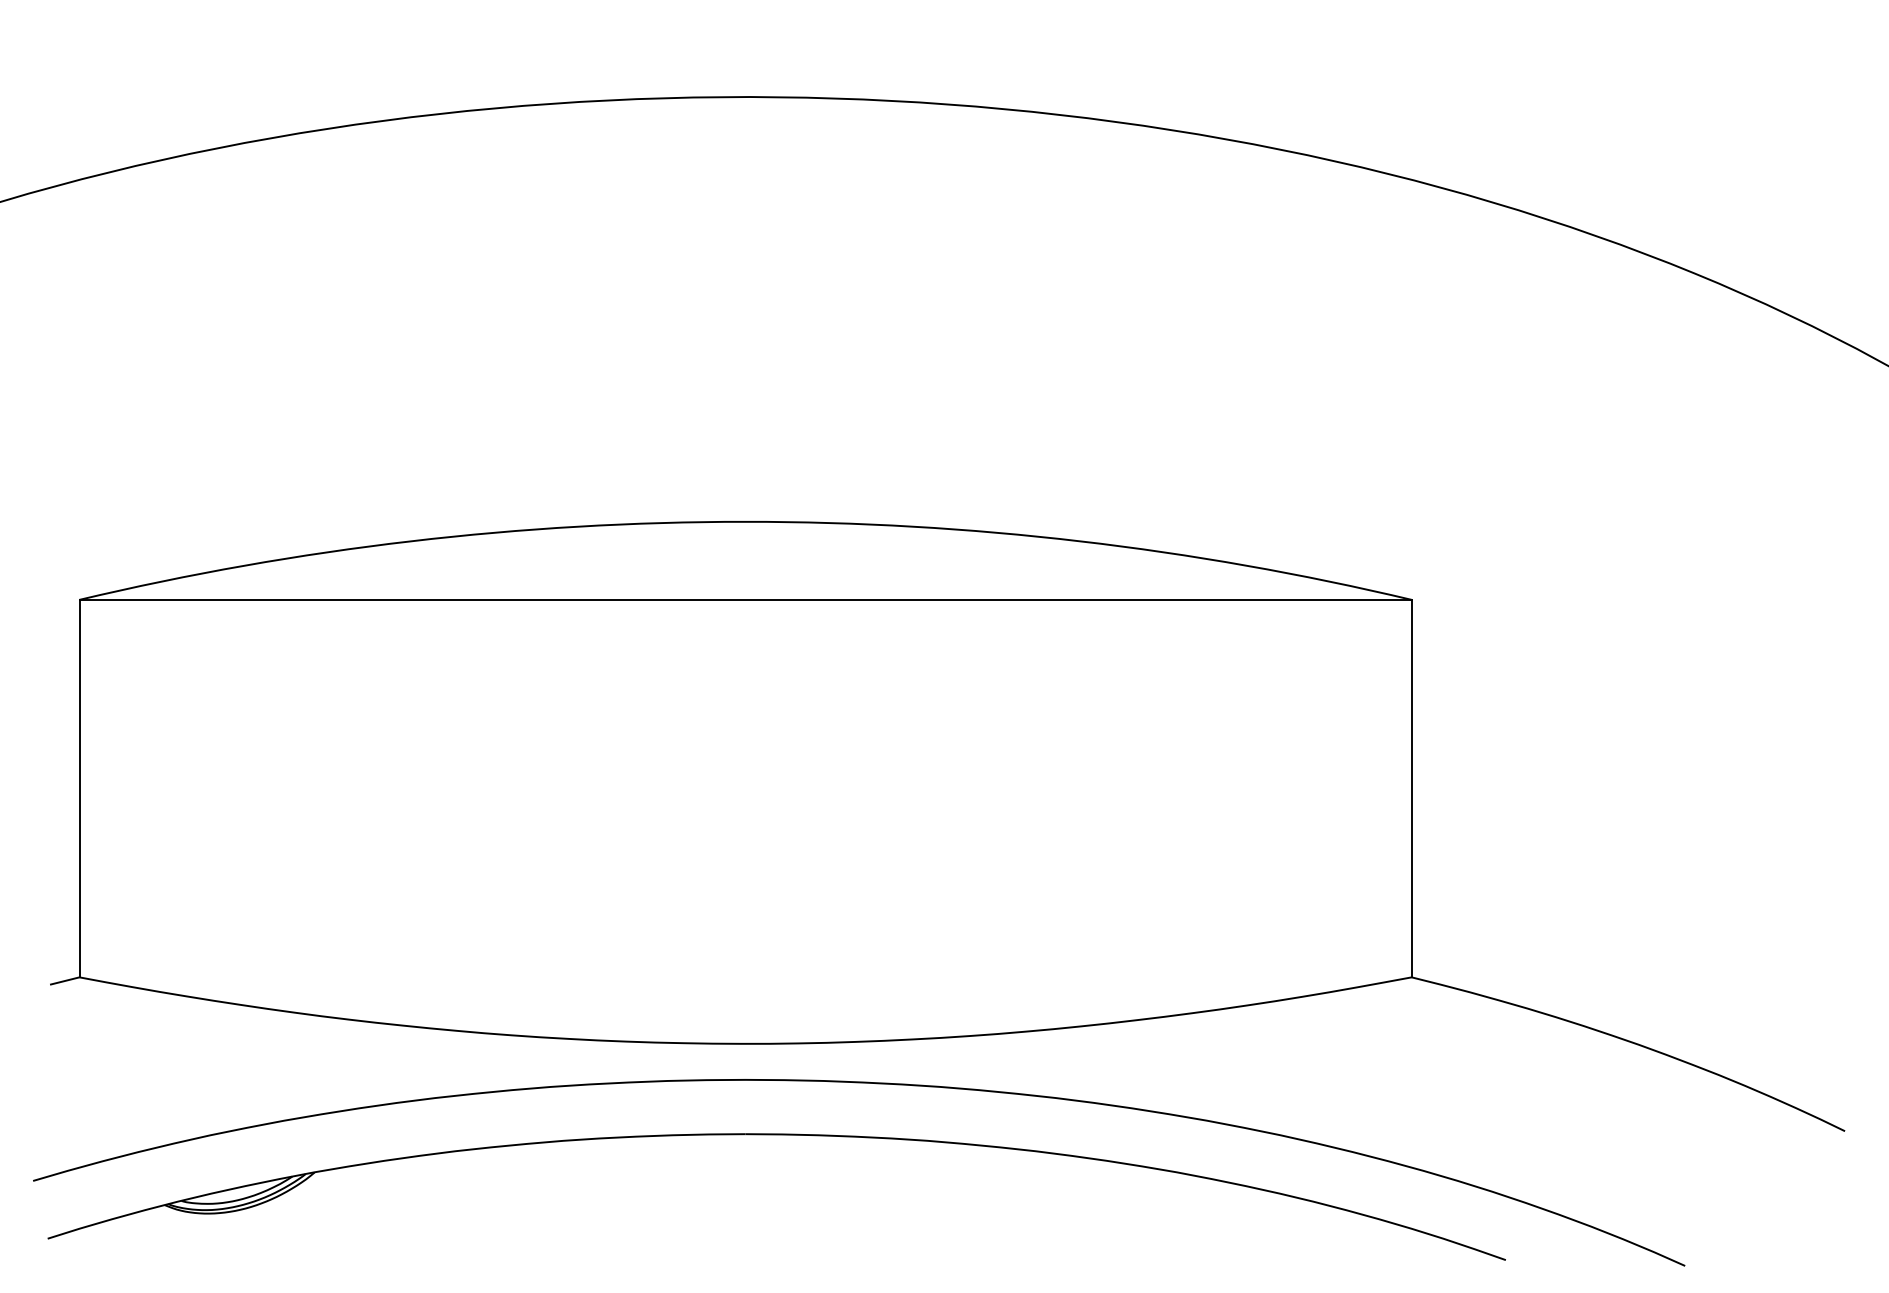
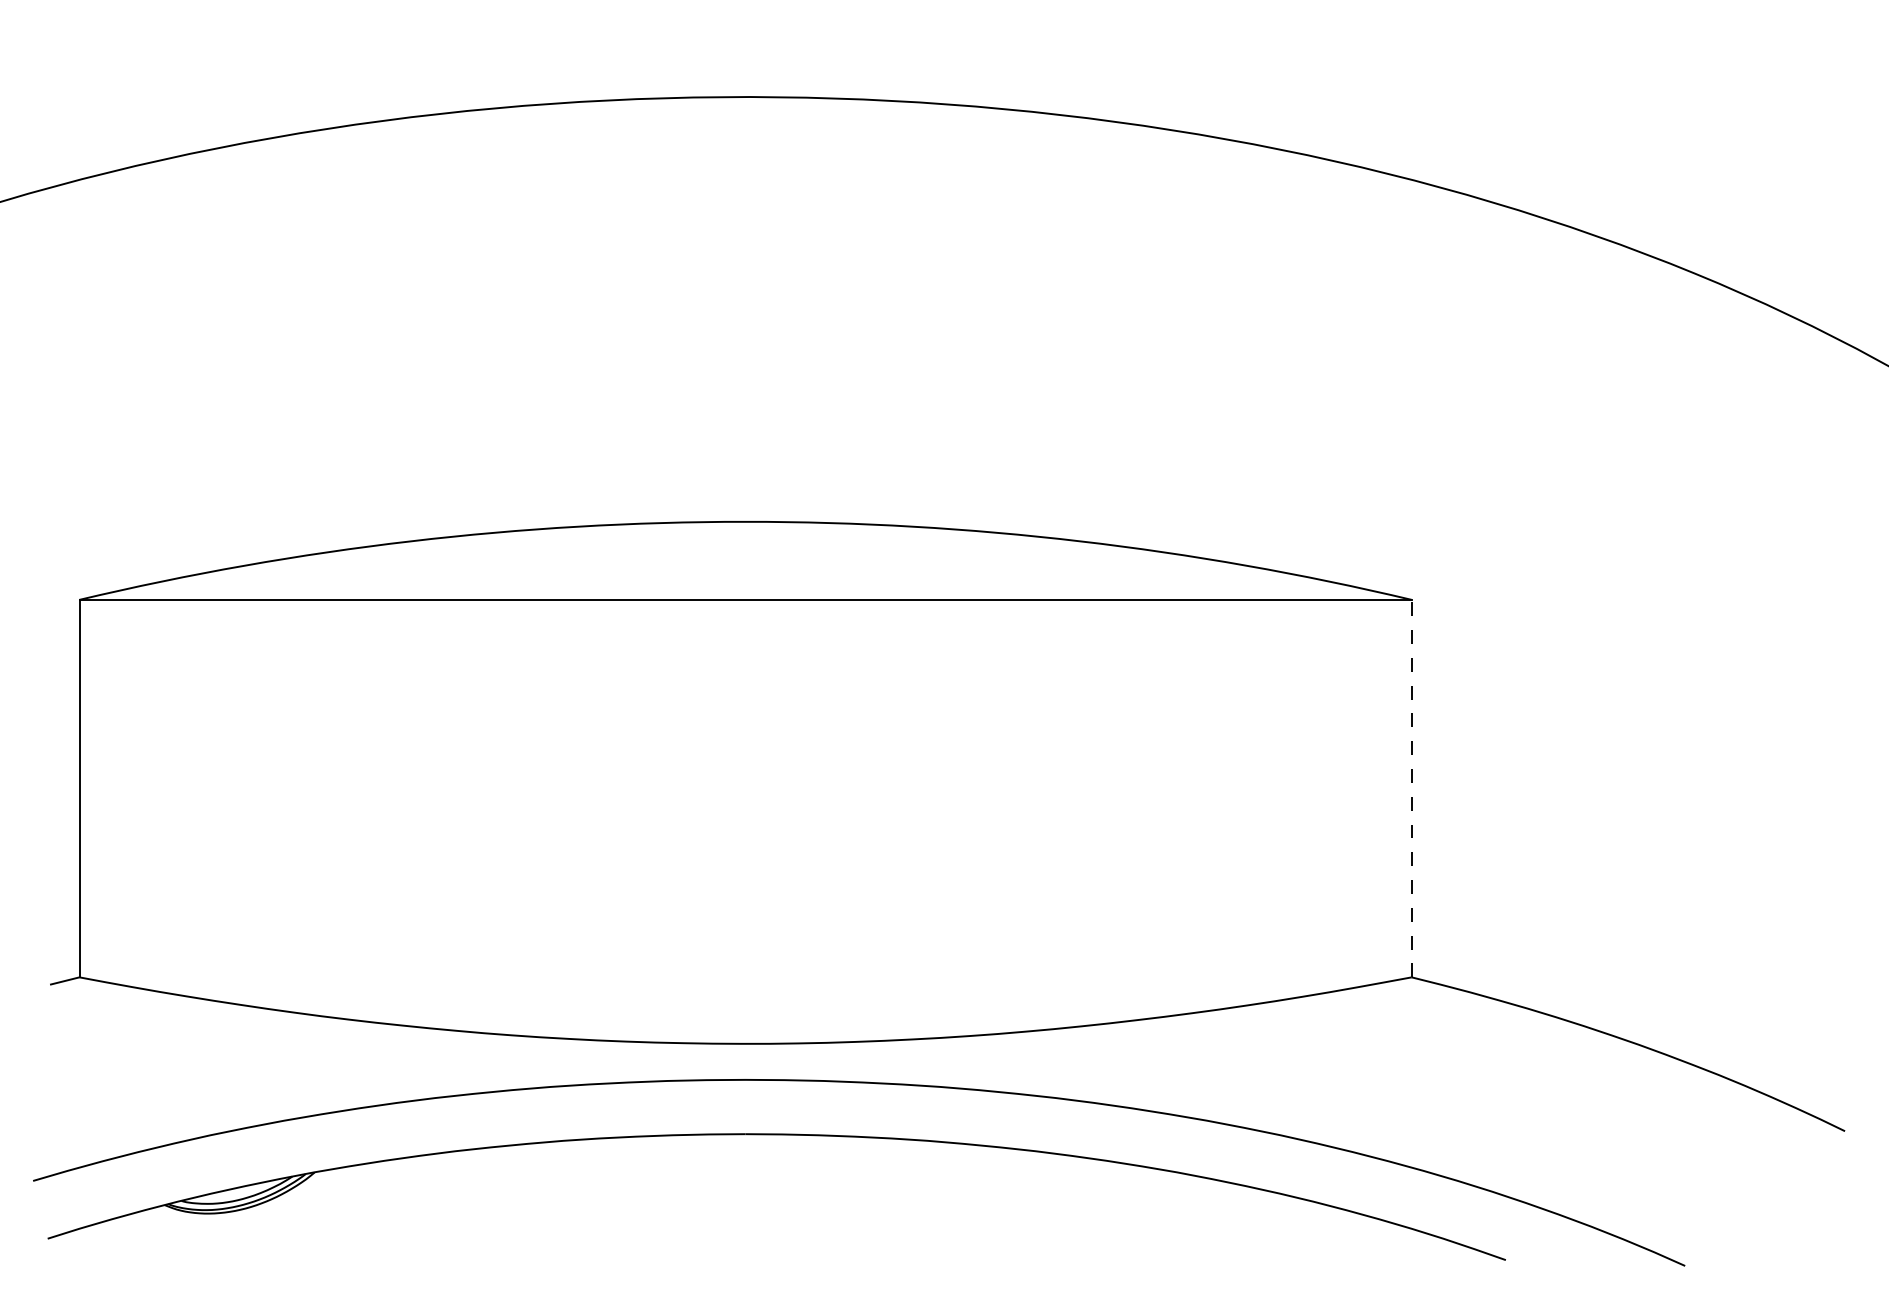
line at (1411, 788): solid -> dashed
